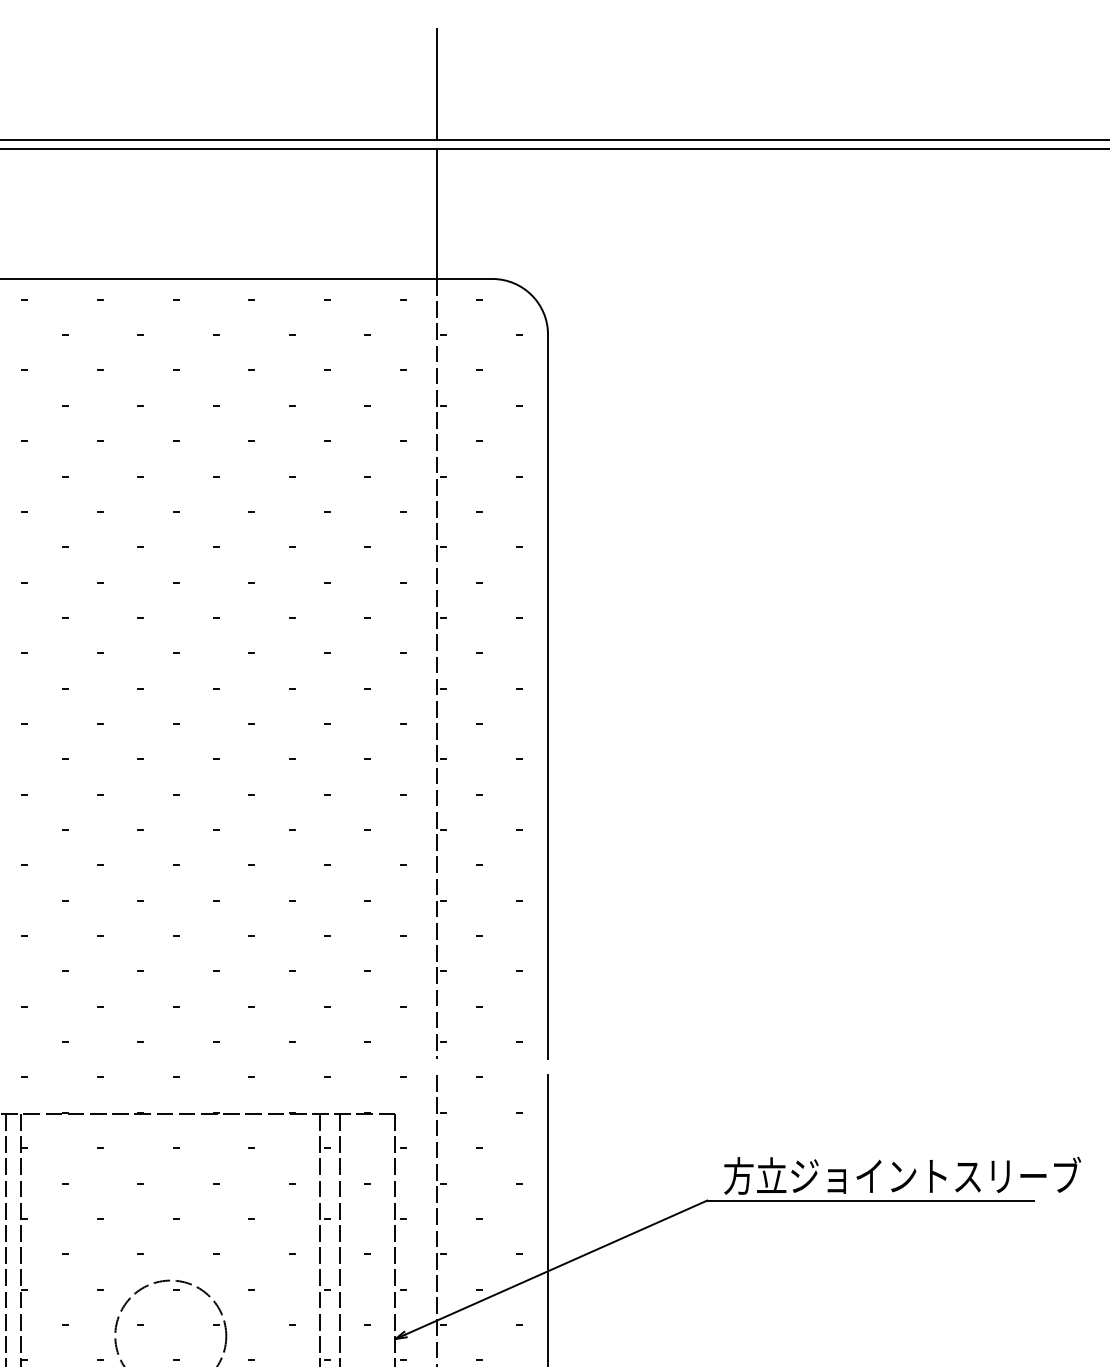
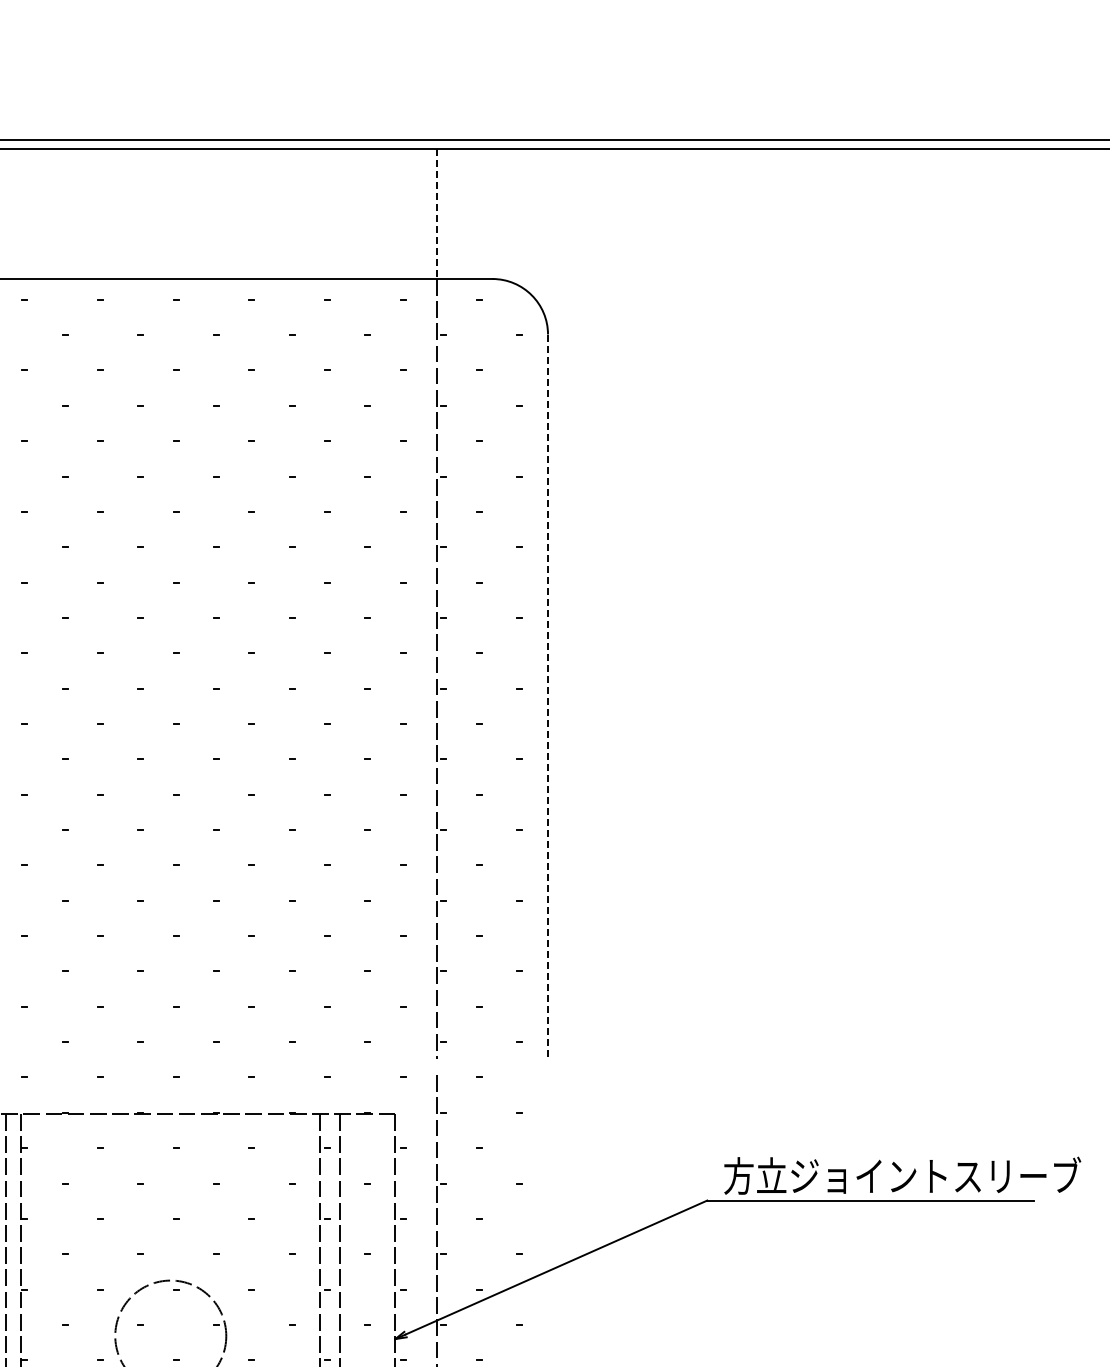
line at (436, 84): present -> none
line at (436, 214): solid -> dashed
line at (548, 697): solid -> dashed
line at (548, 1219): present -> none
